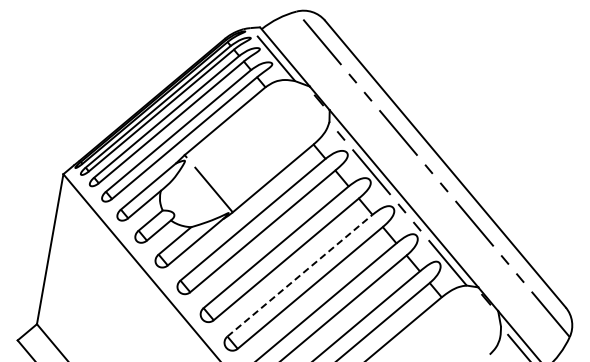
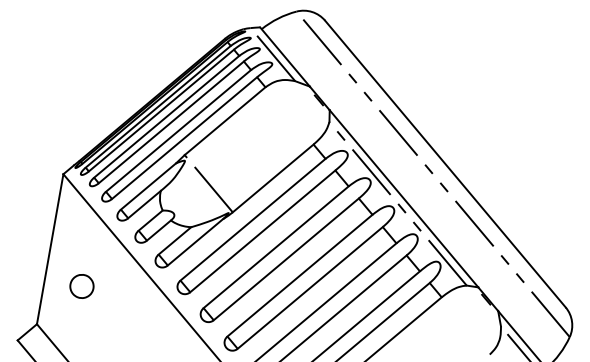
line at (299, 275): dashed -> solid
part at (81, 286): none -> present
